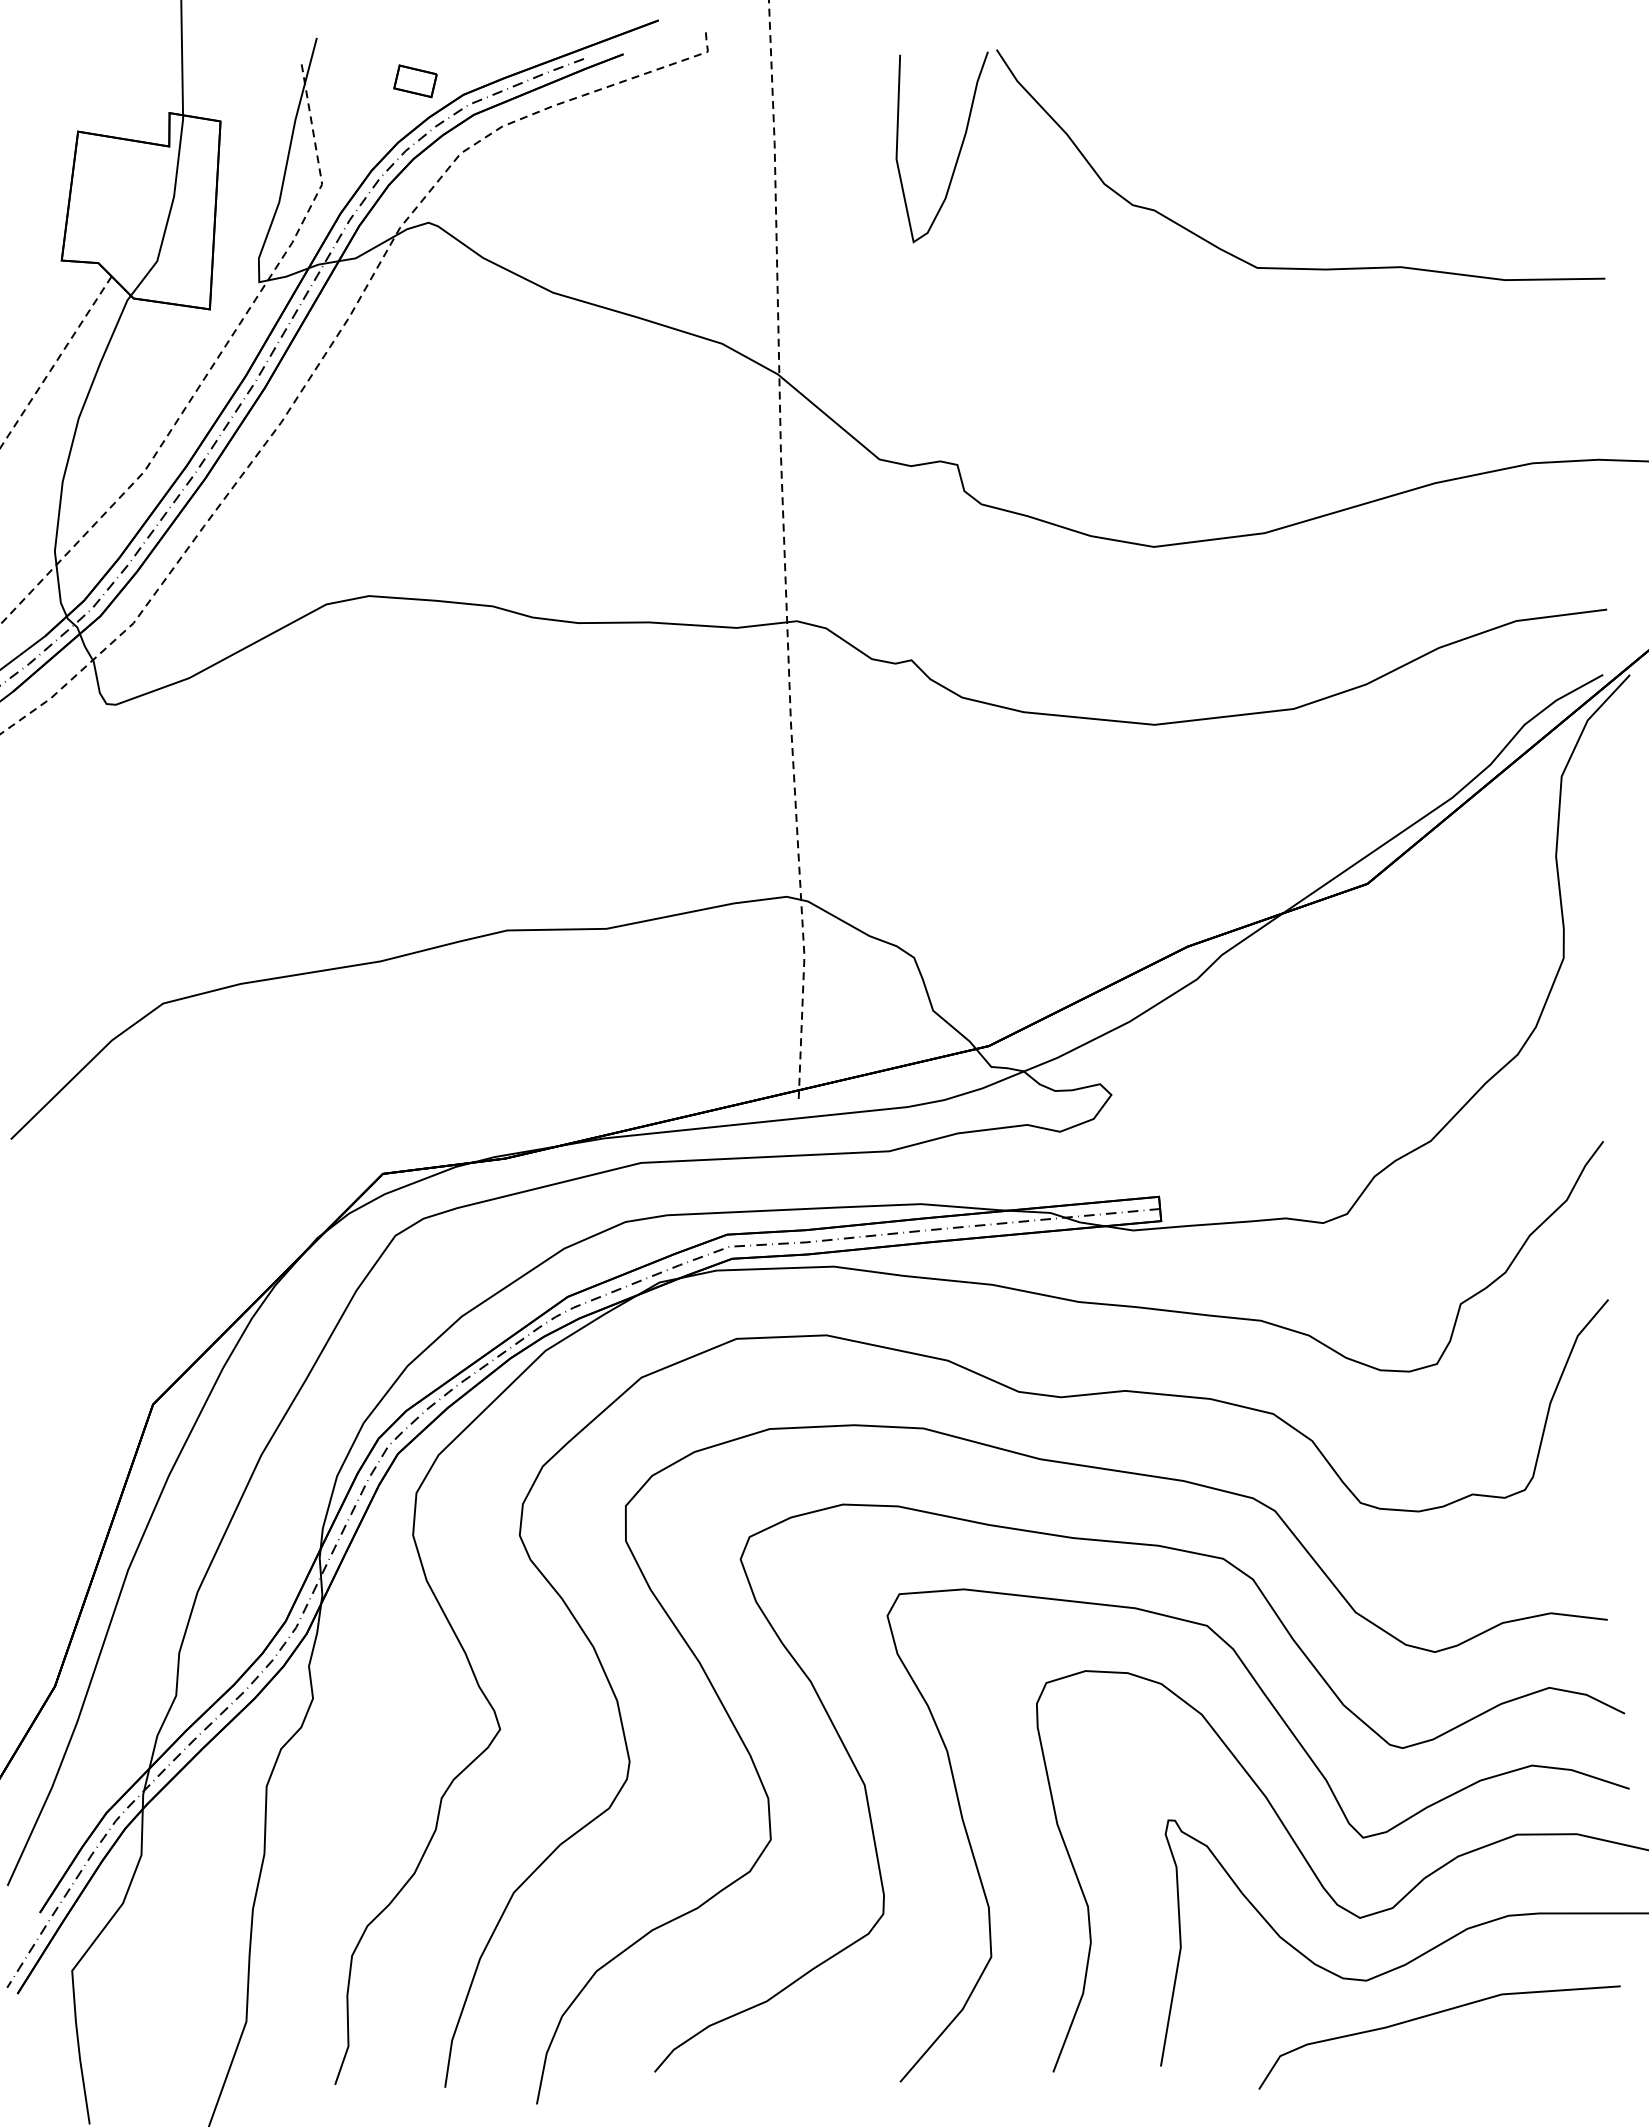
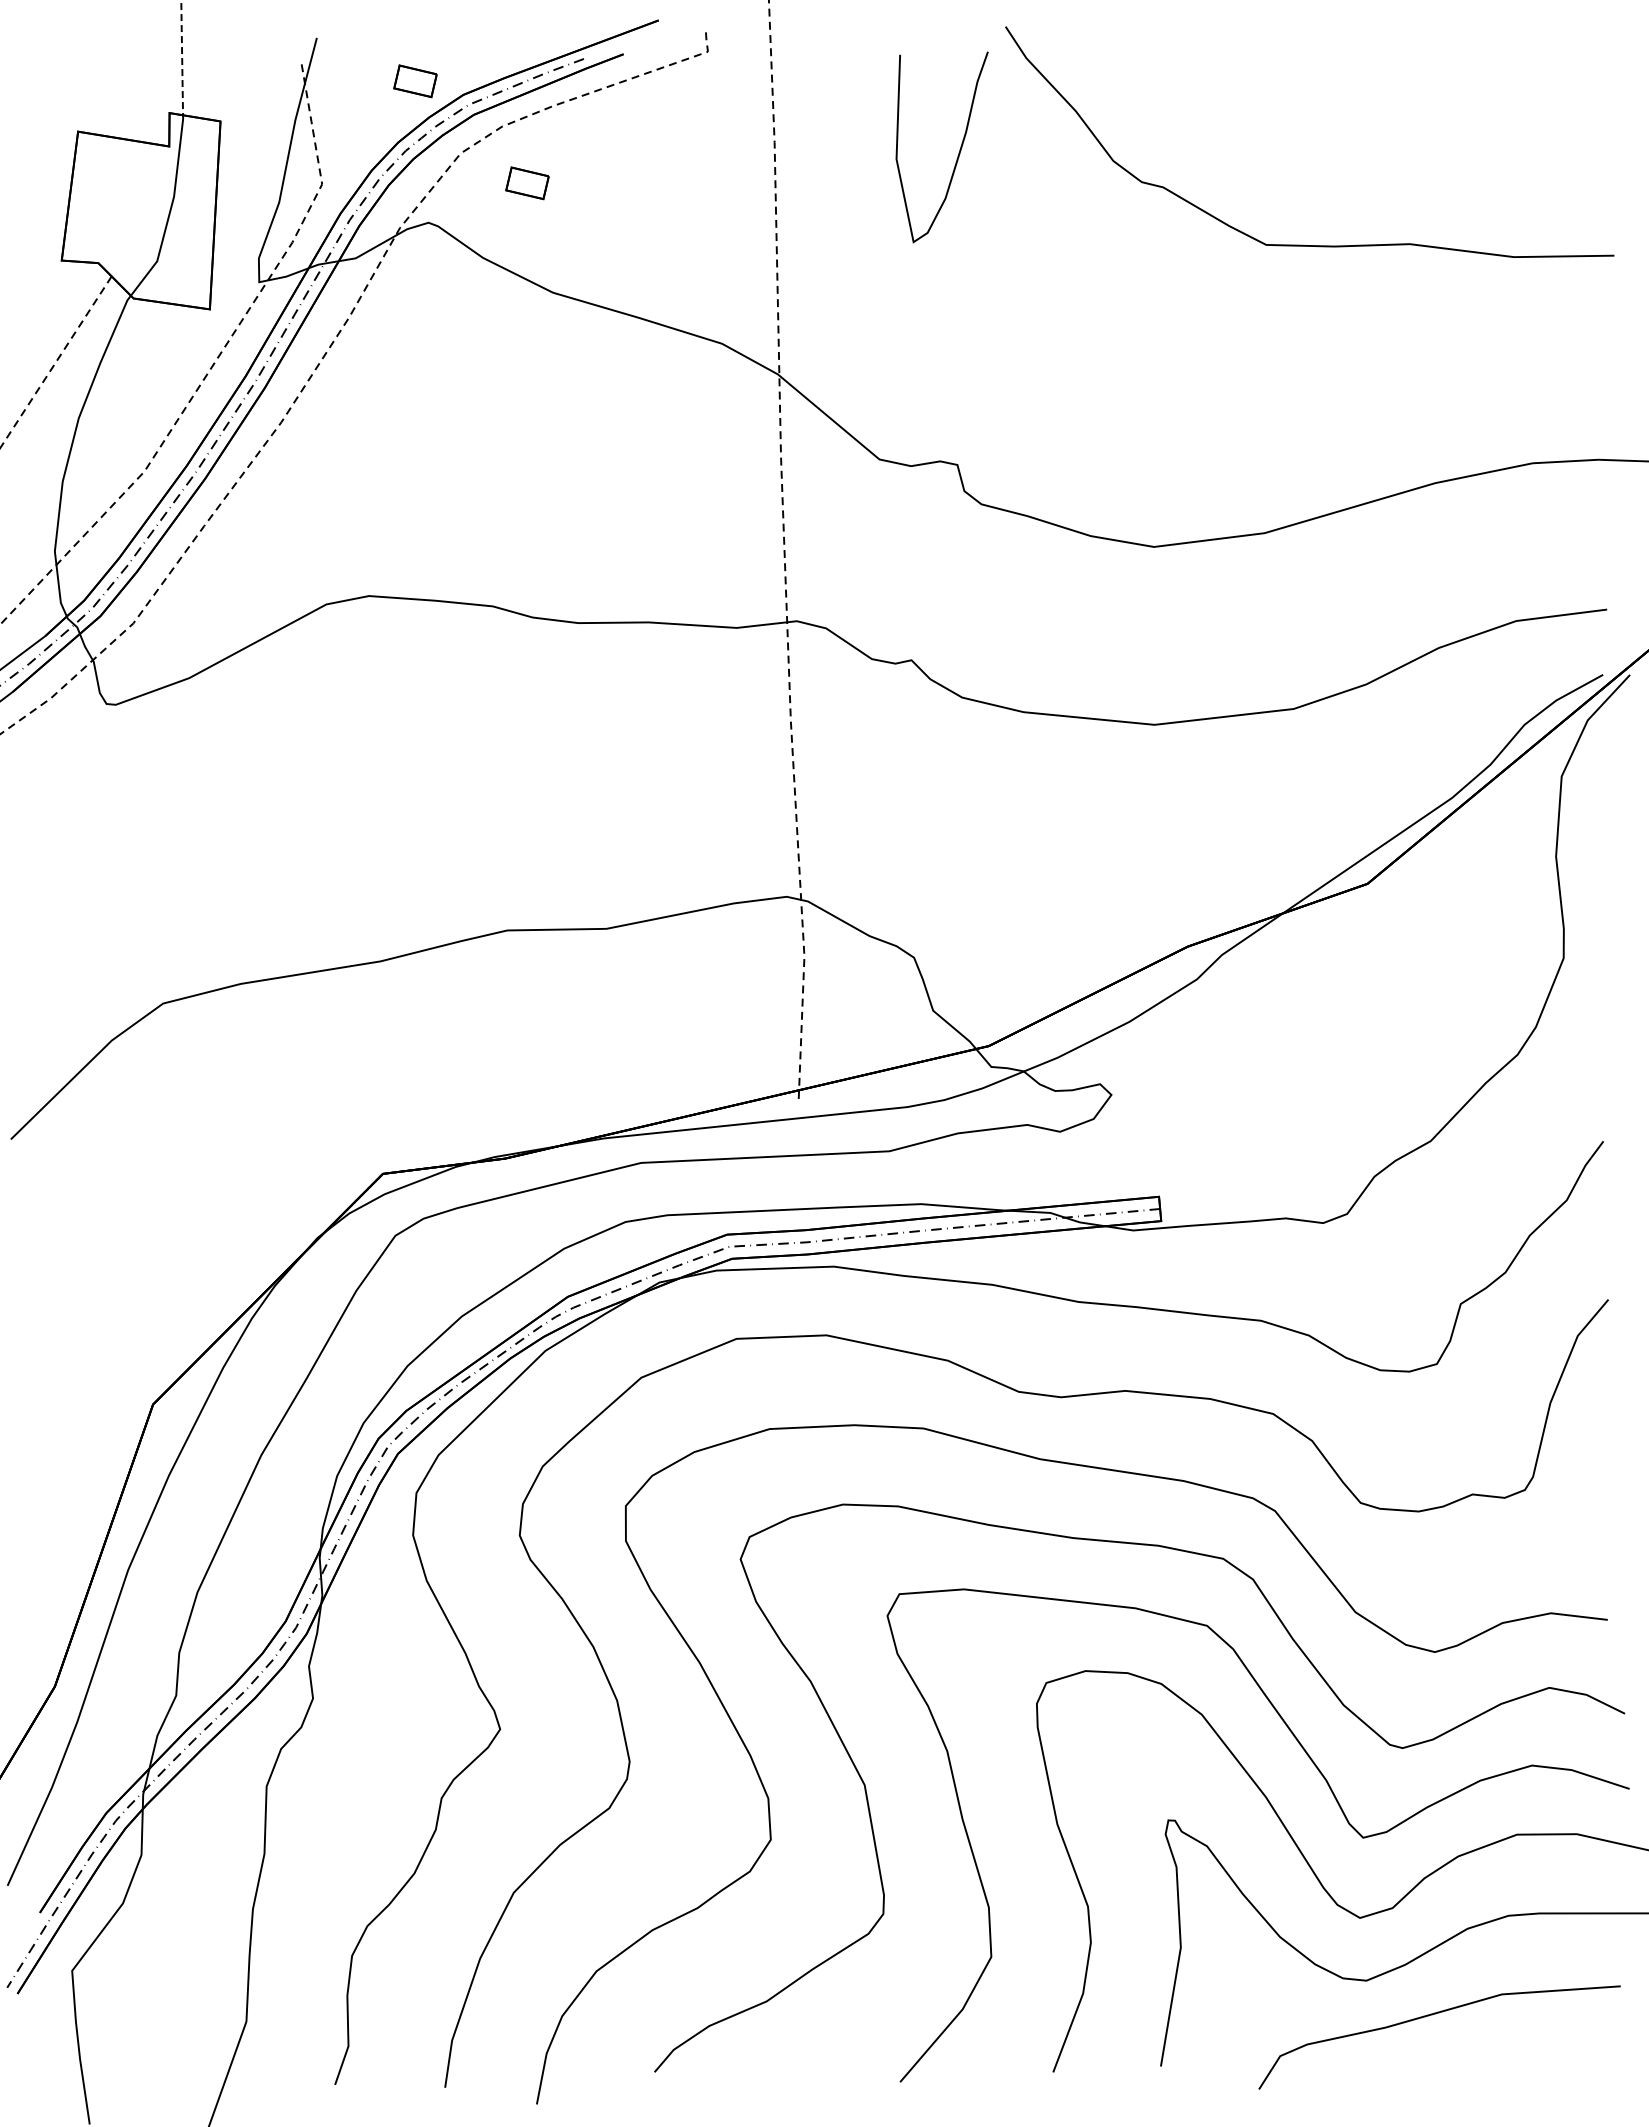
line at (182, 58): solid -> dashed
part at (527, 183): none -> present
curve at (1295, 267) position: (1295, 267) -> (1304, 244)
